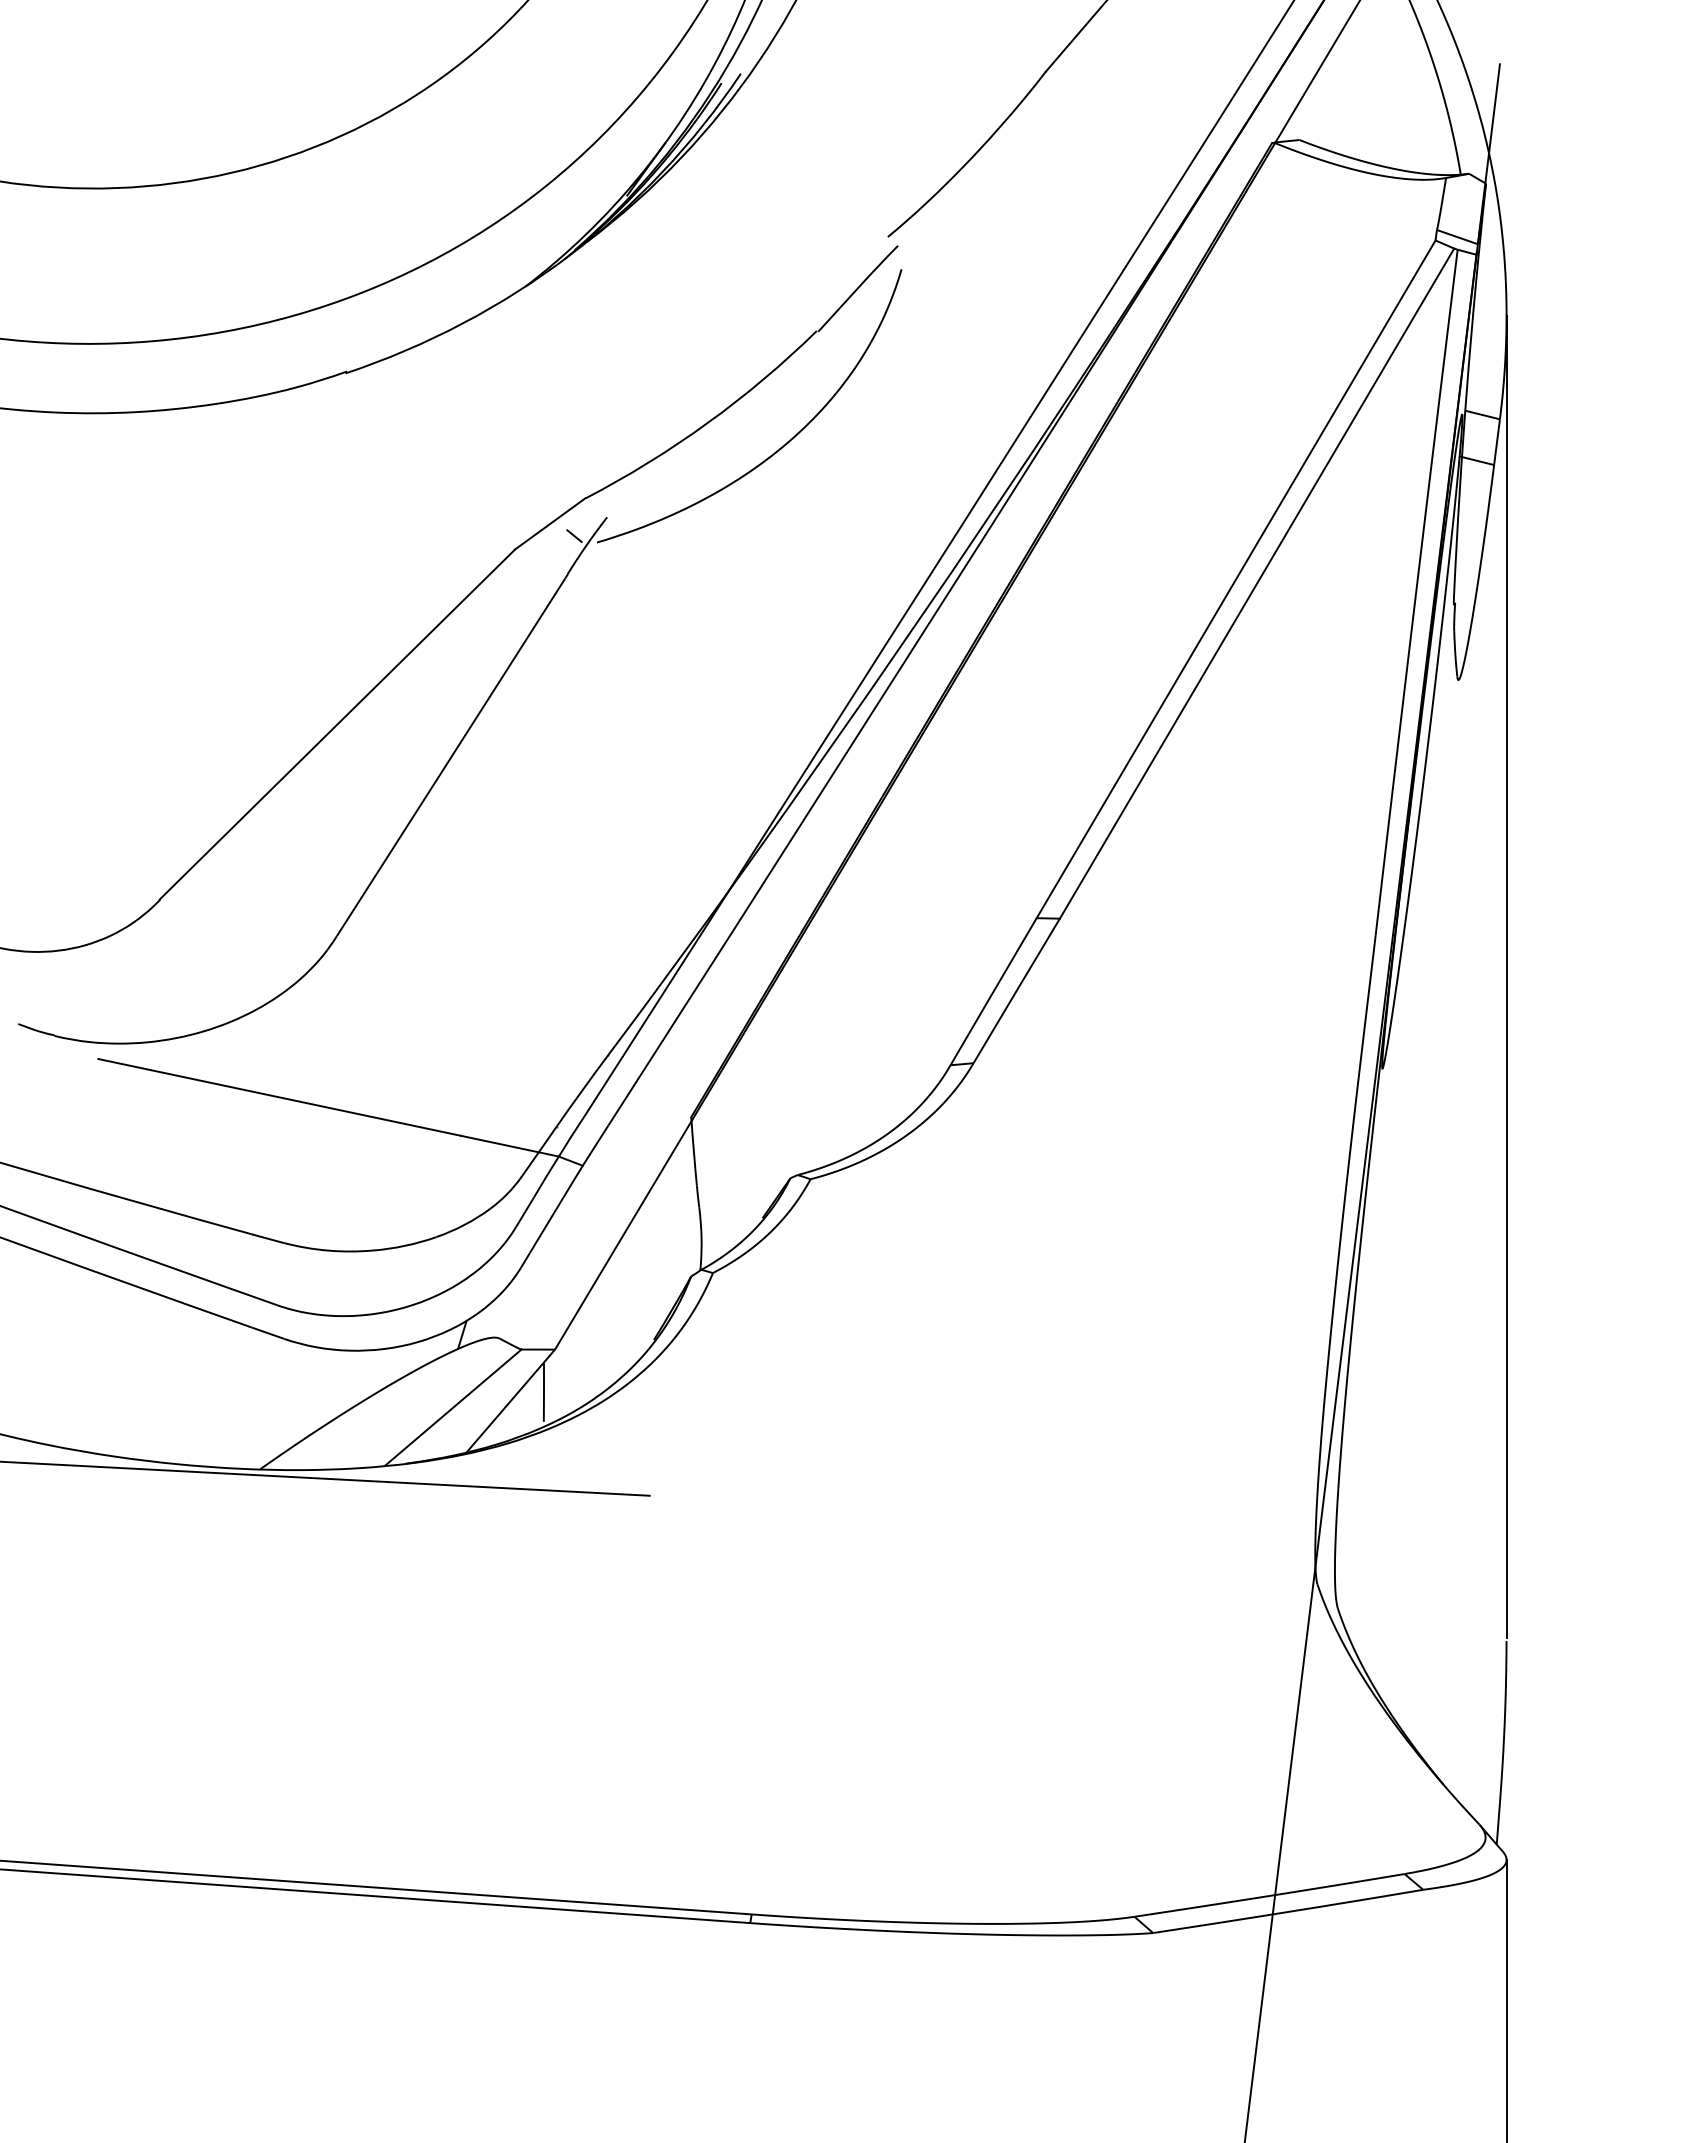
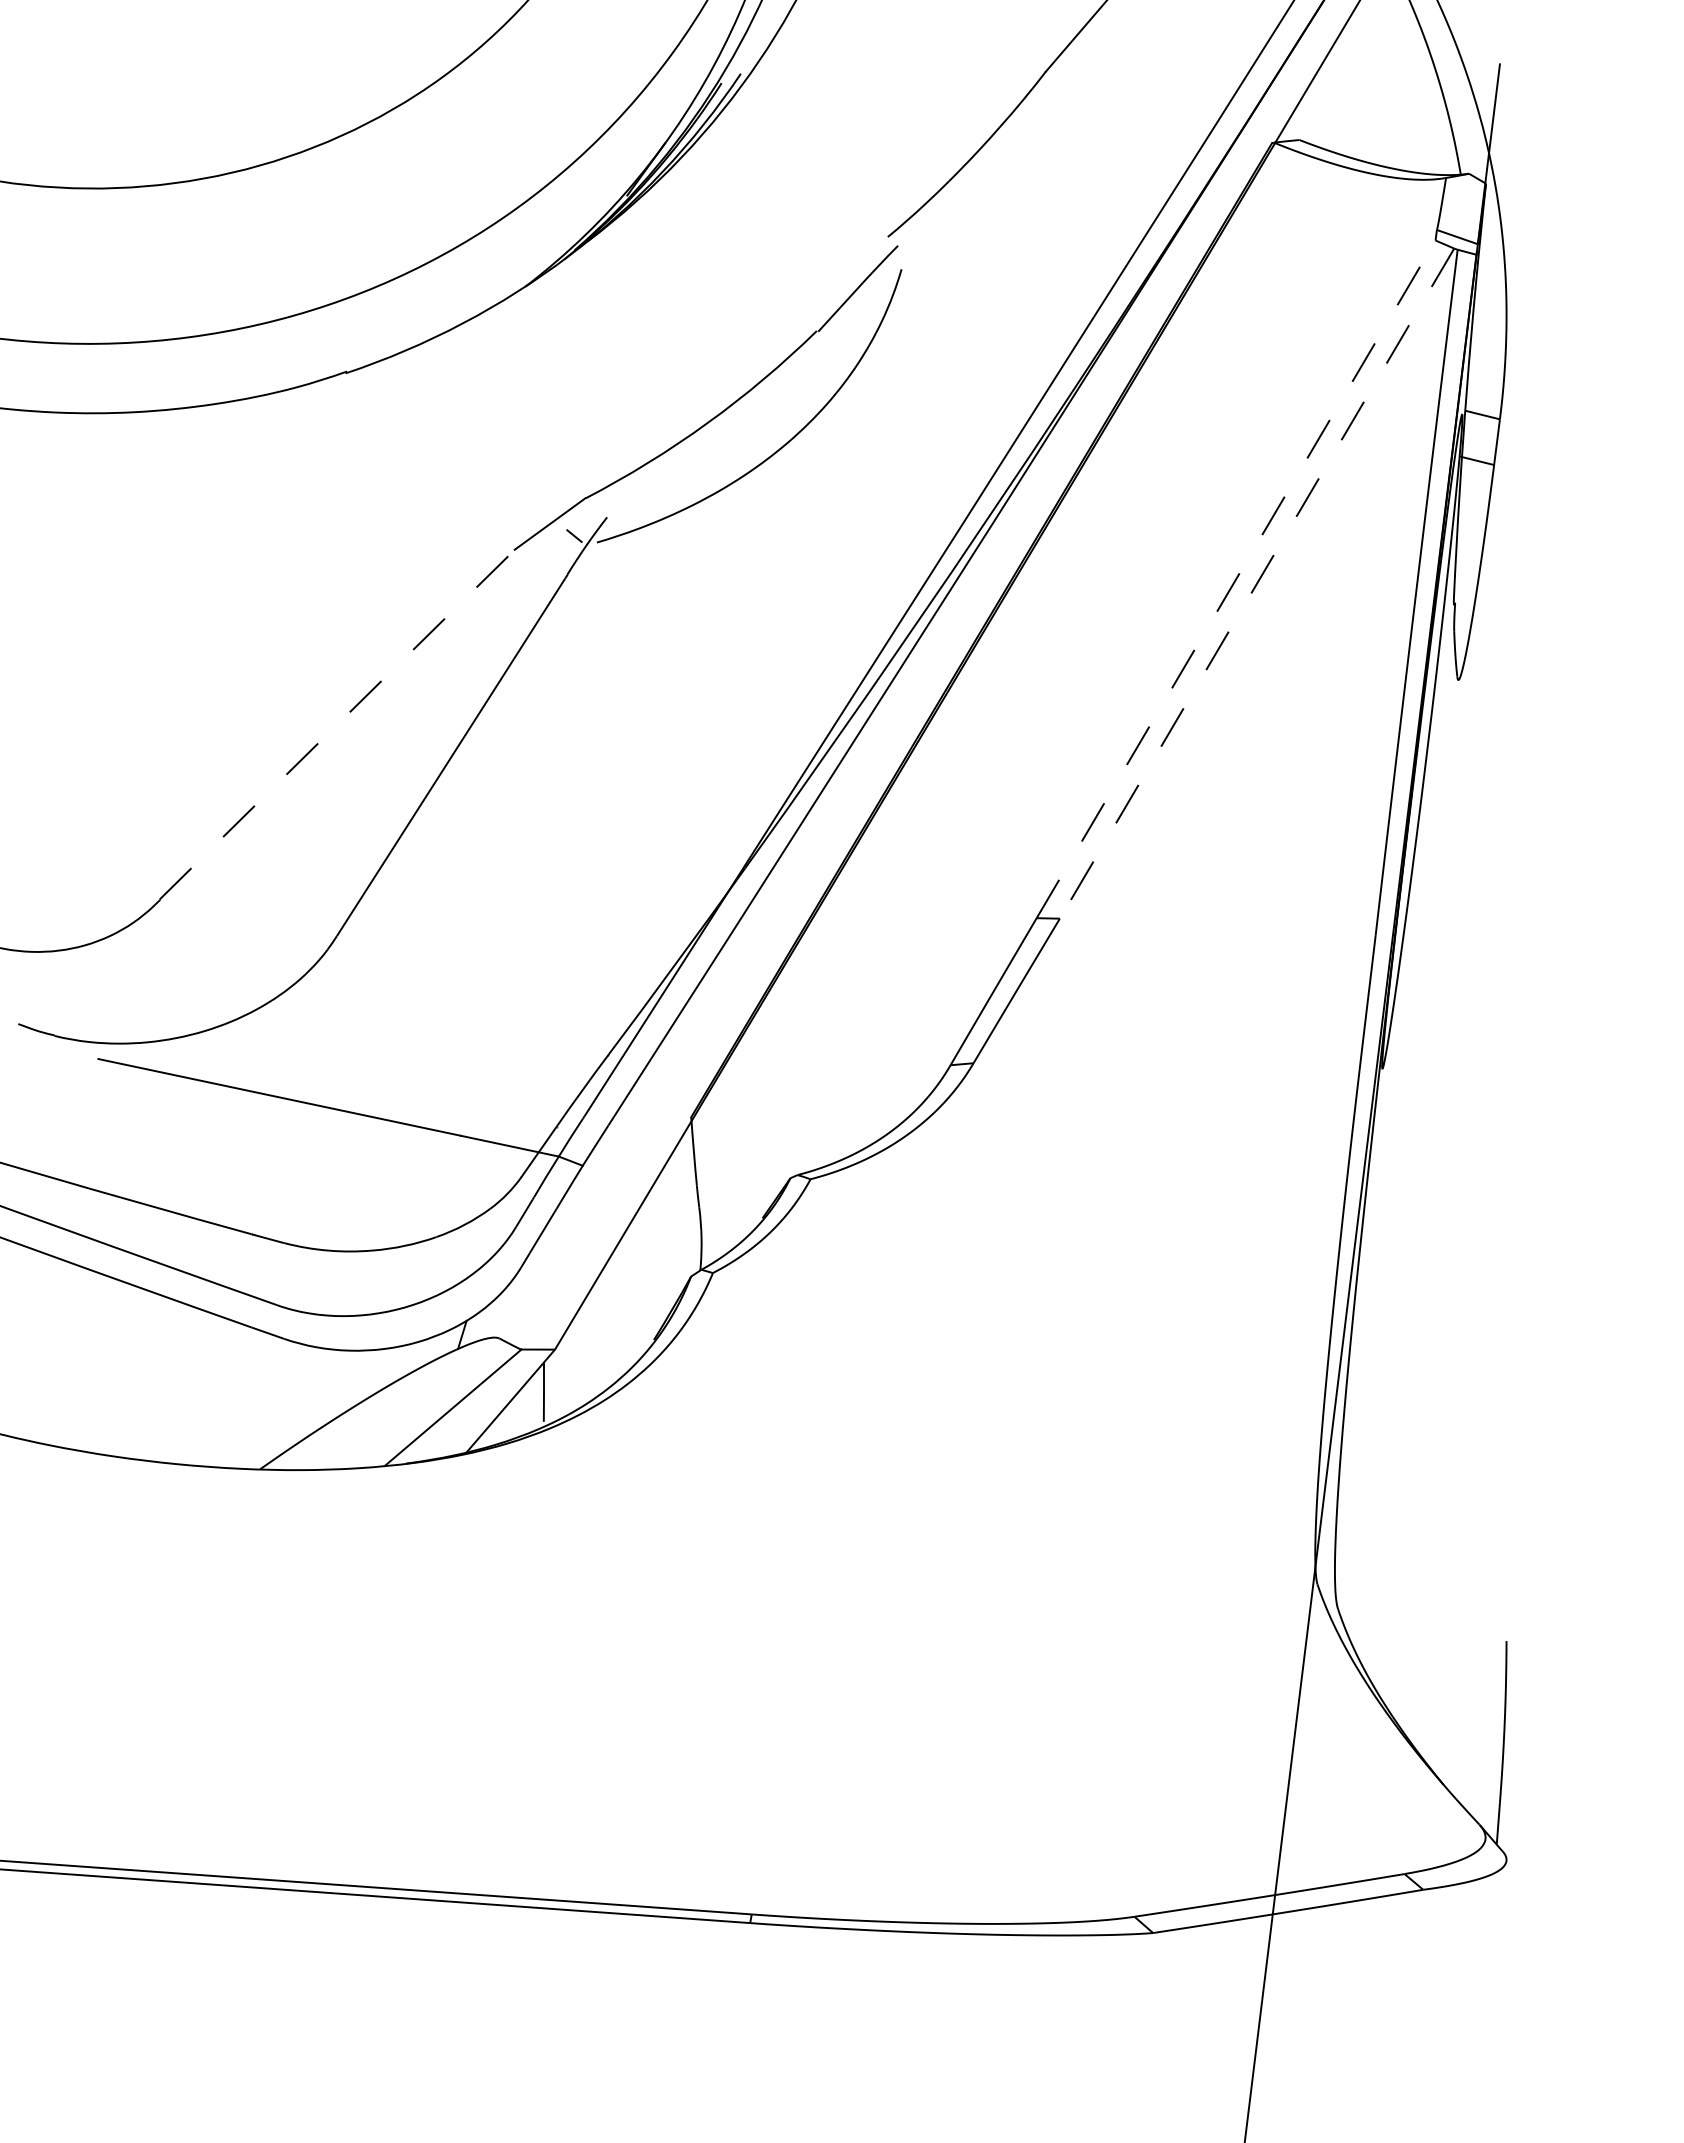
line at (1236, 578): solid -> dashed
line at (1257, 583): solid -> dashed
line at (337, 724): solid -> dashed
line at (1506, 976): present -> none
line at (325, 1478): present -> none
line at (1506, 1999): present -> none
